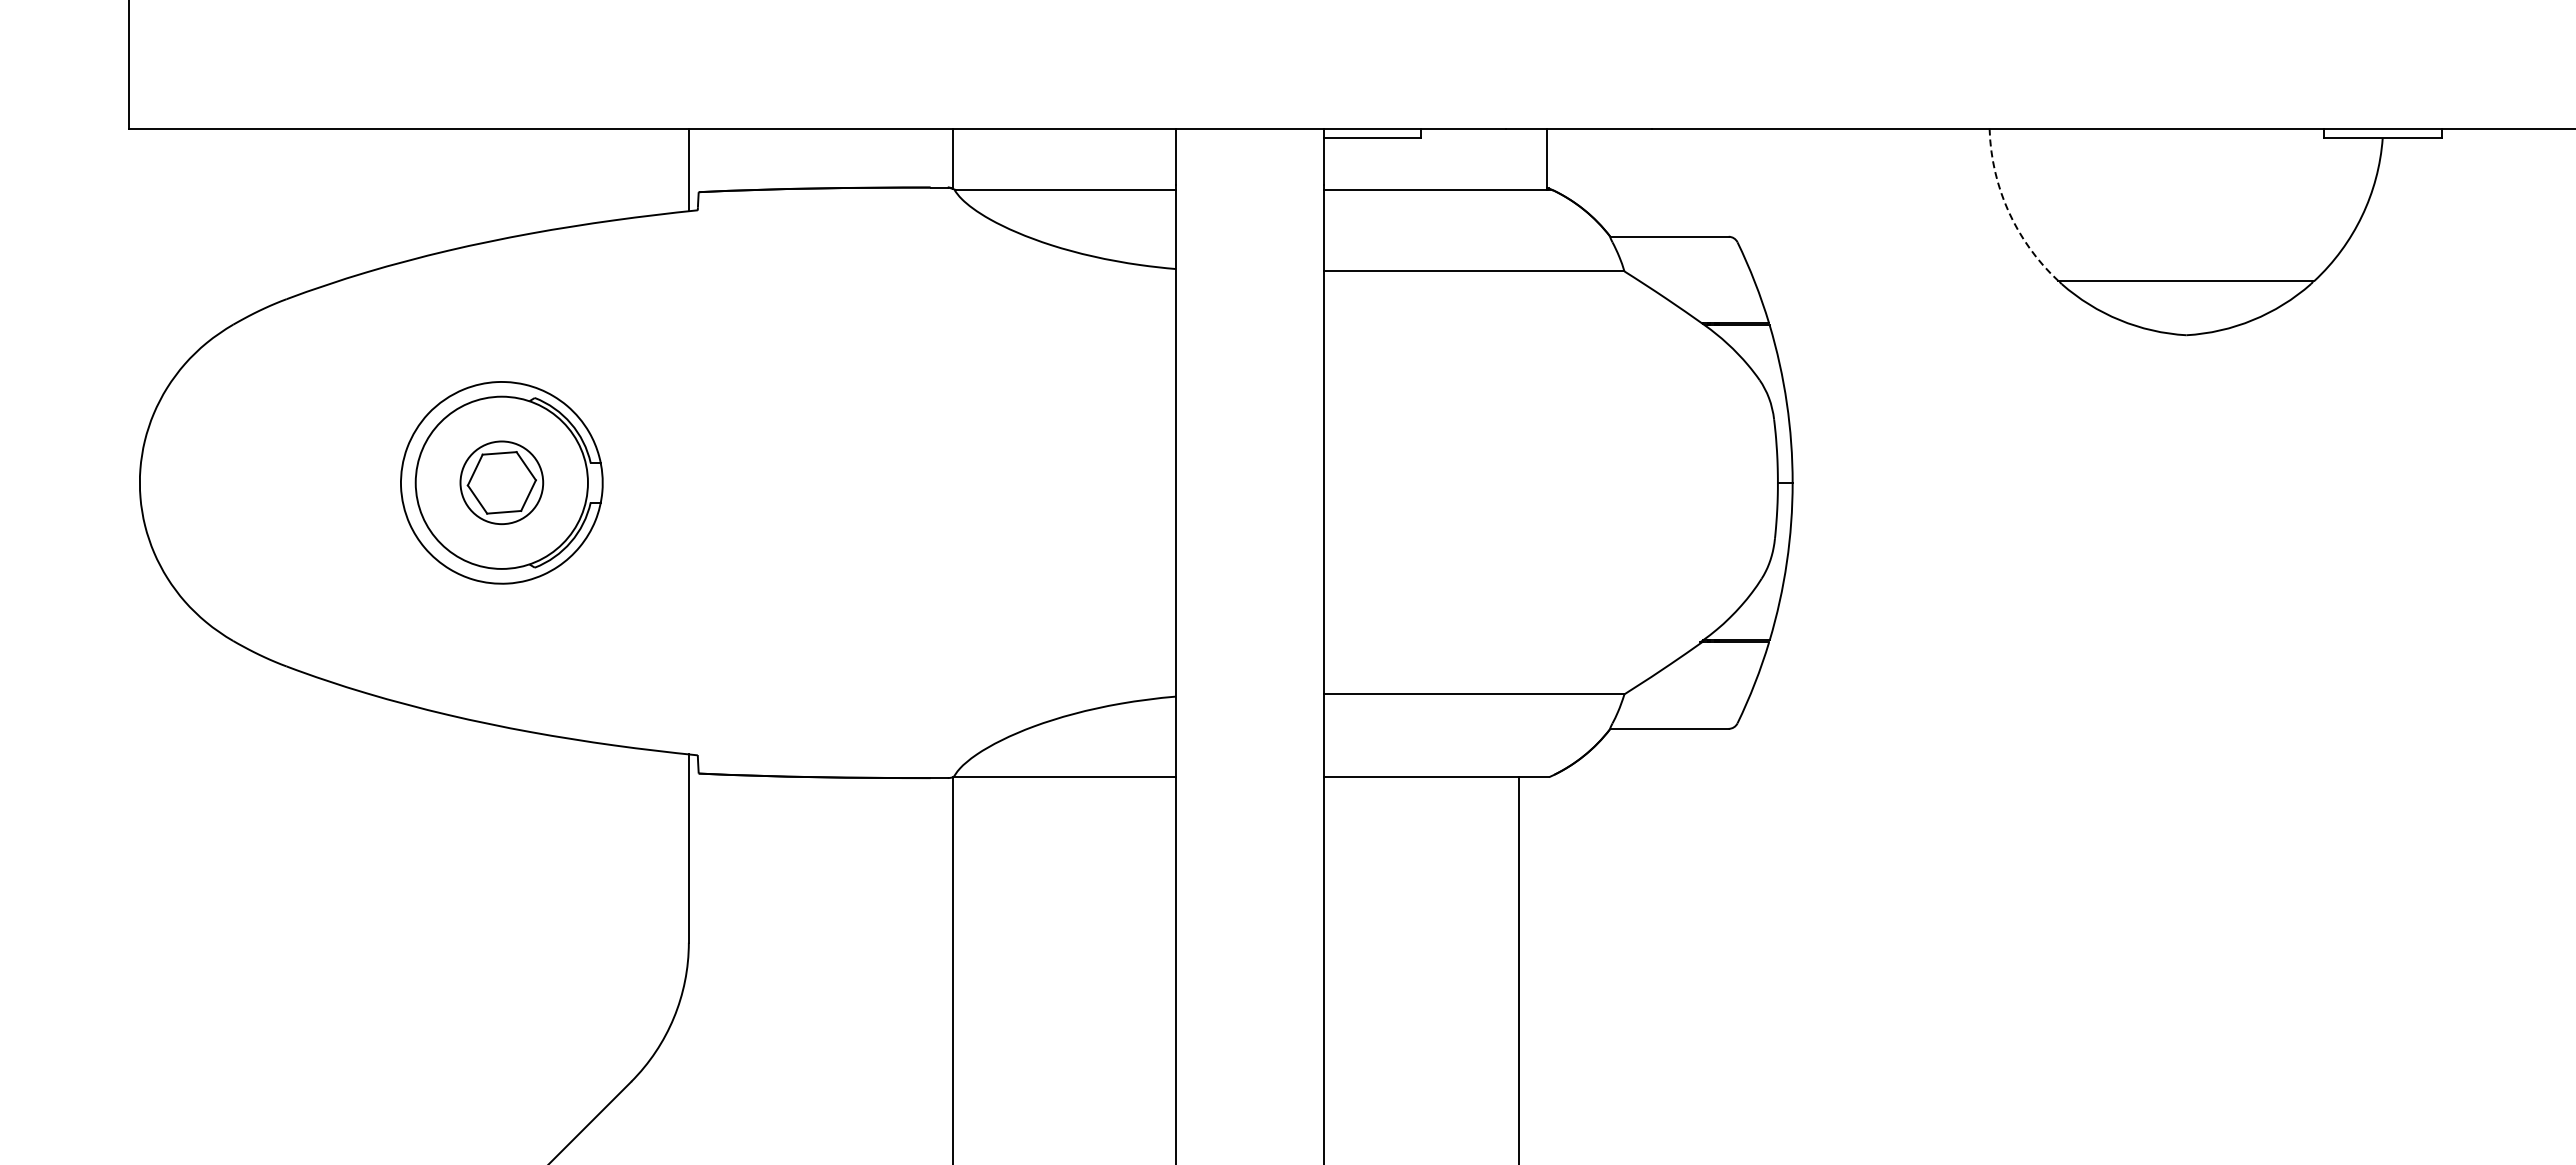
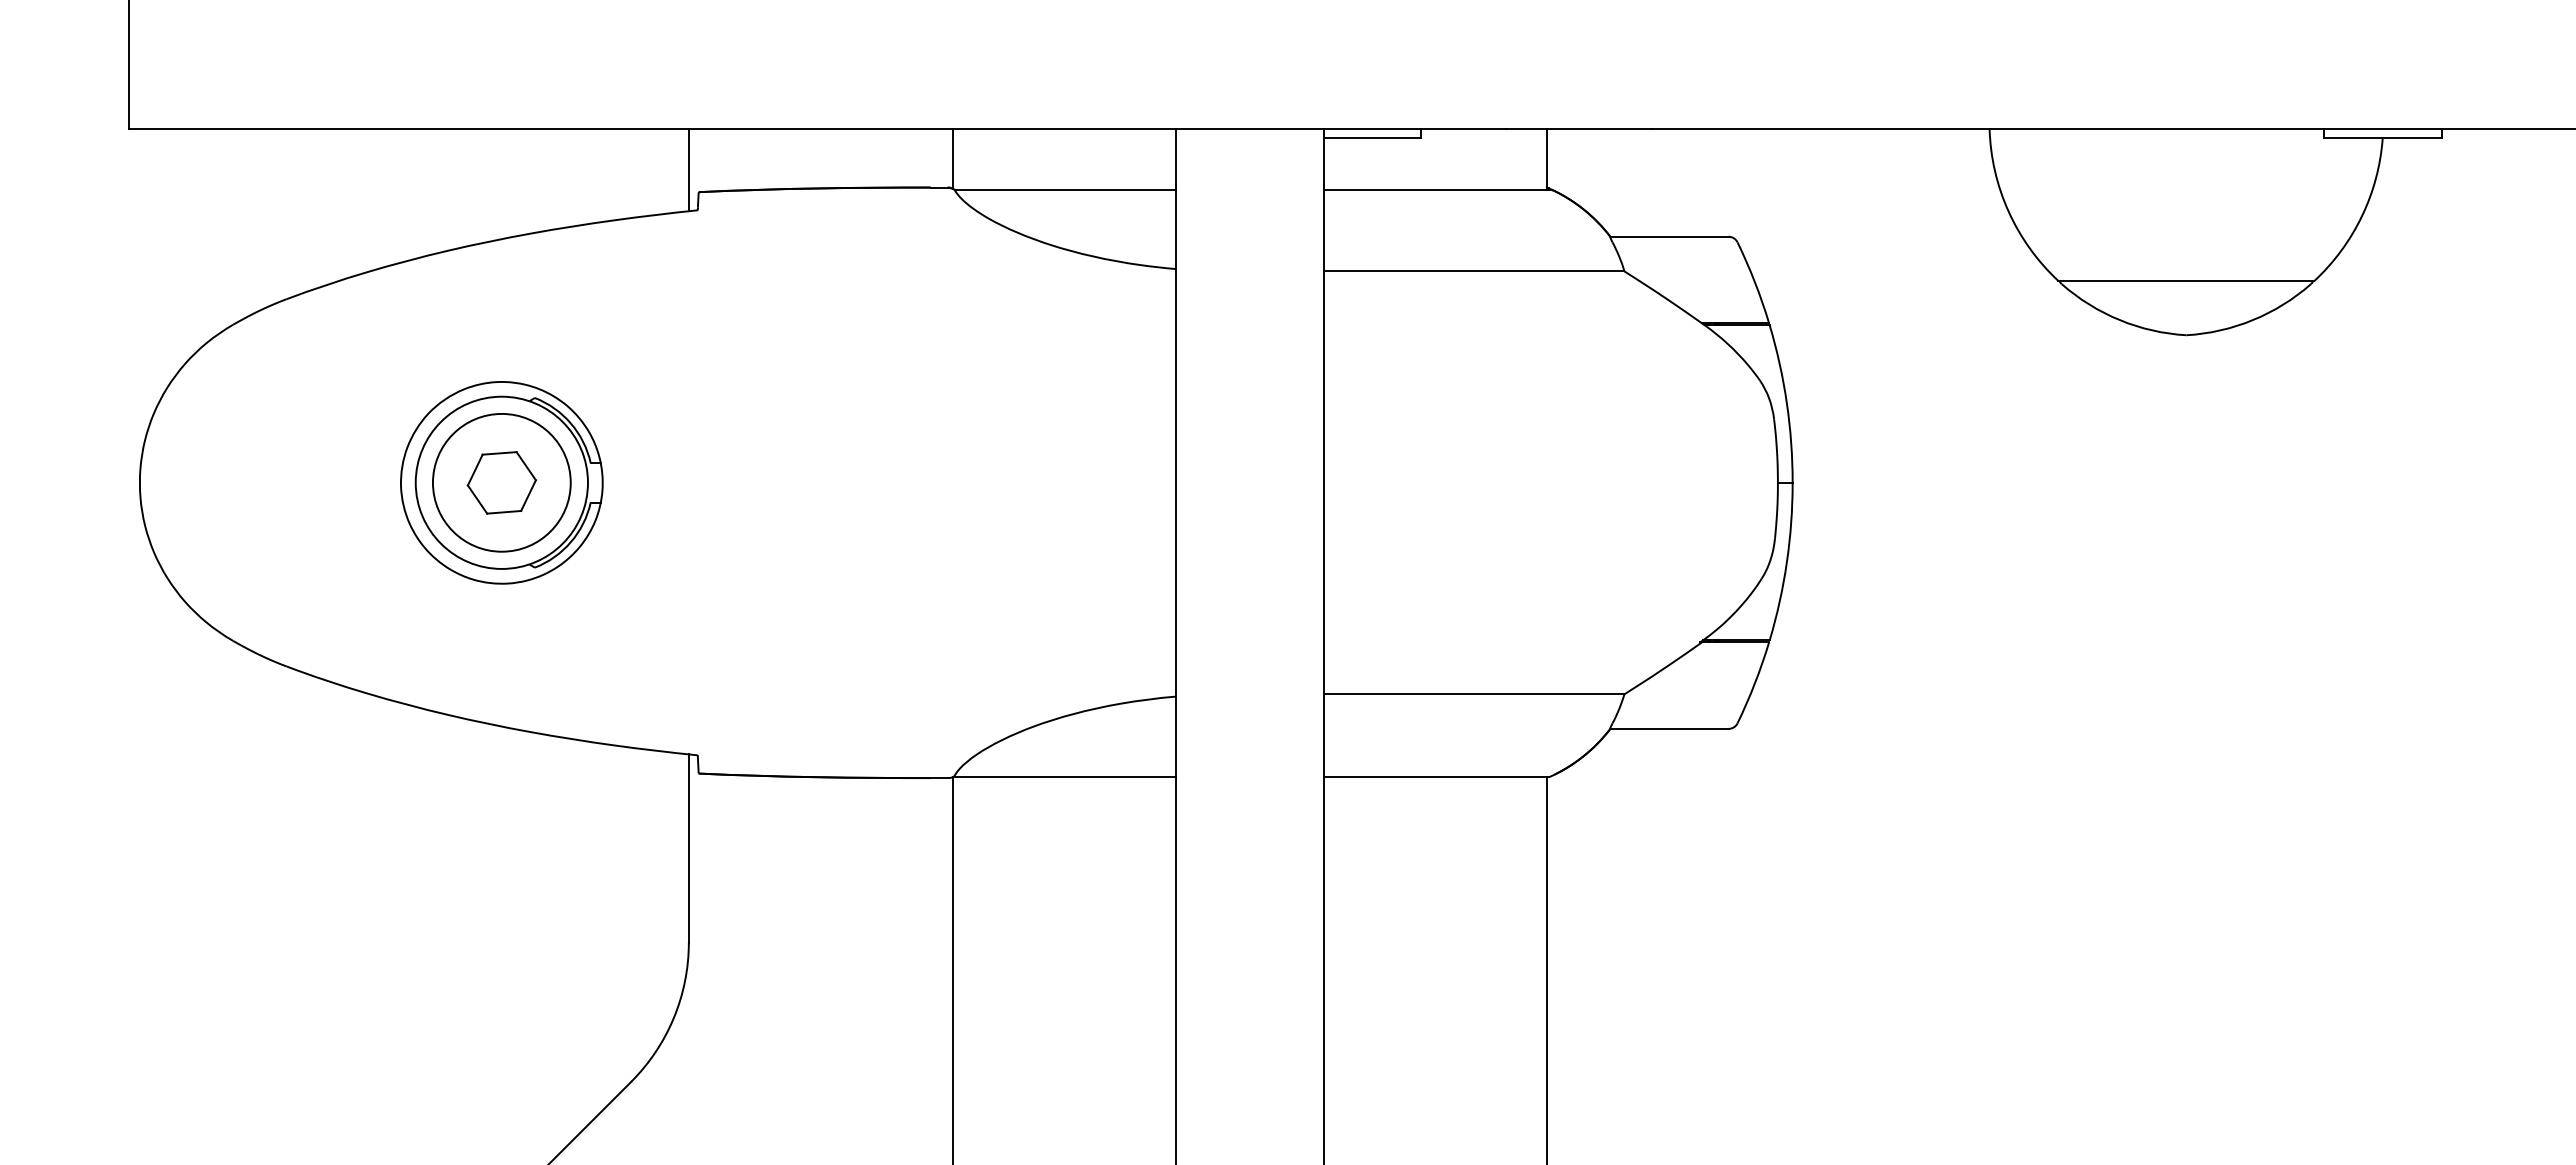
arc at (2008, 211): dashed -> solid
circle at (501, 482) diameter: 83 px -> 138 px
line at (1518, 969) position: (1518, 969) -> (1546, 969)
